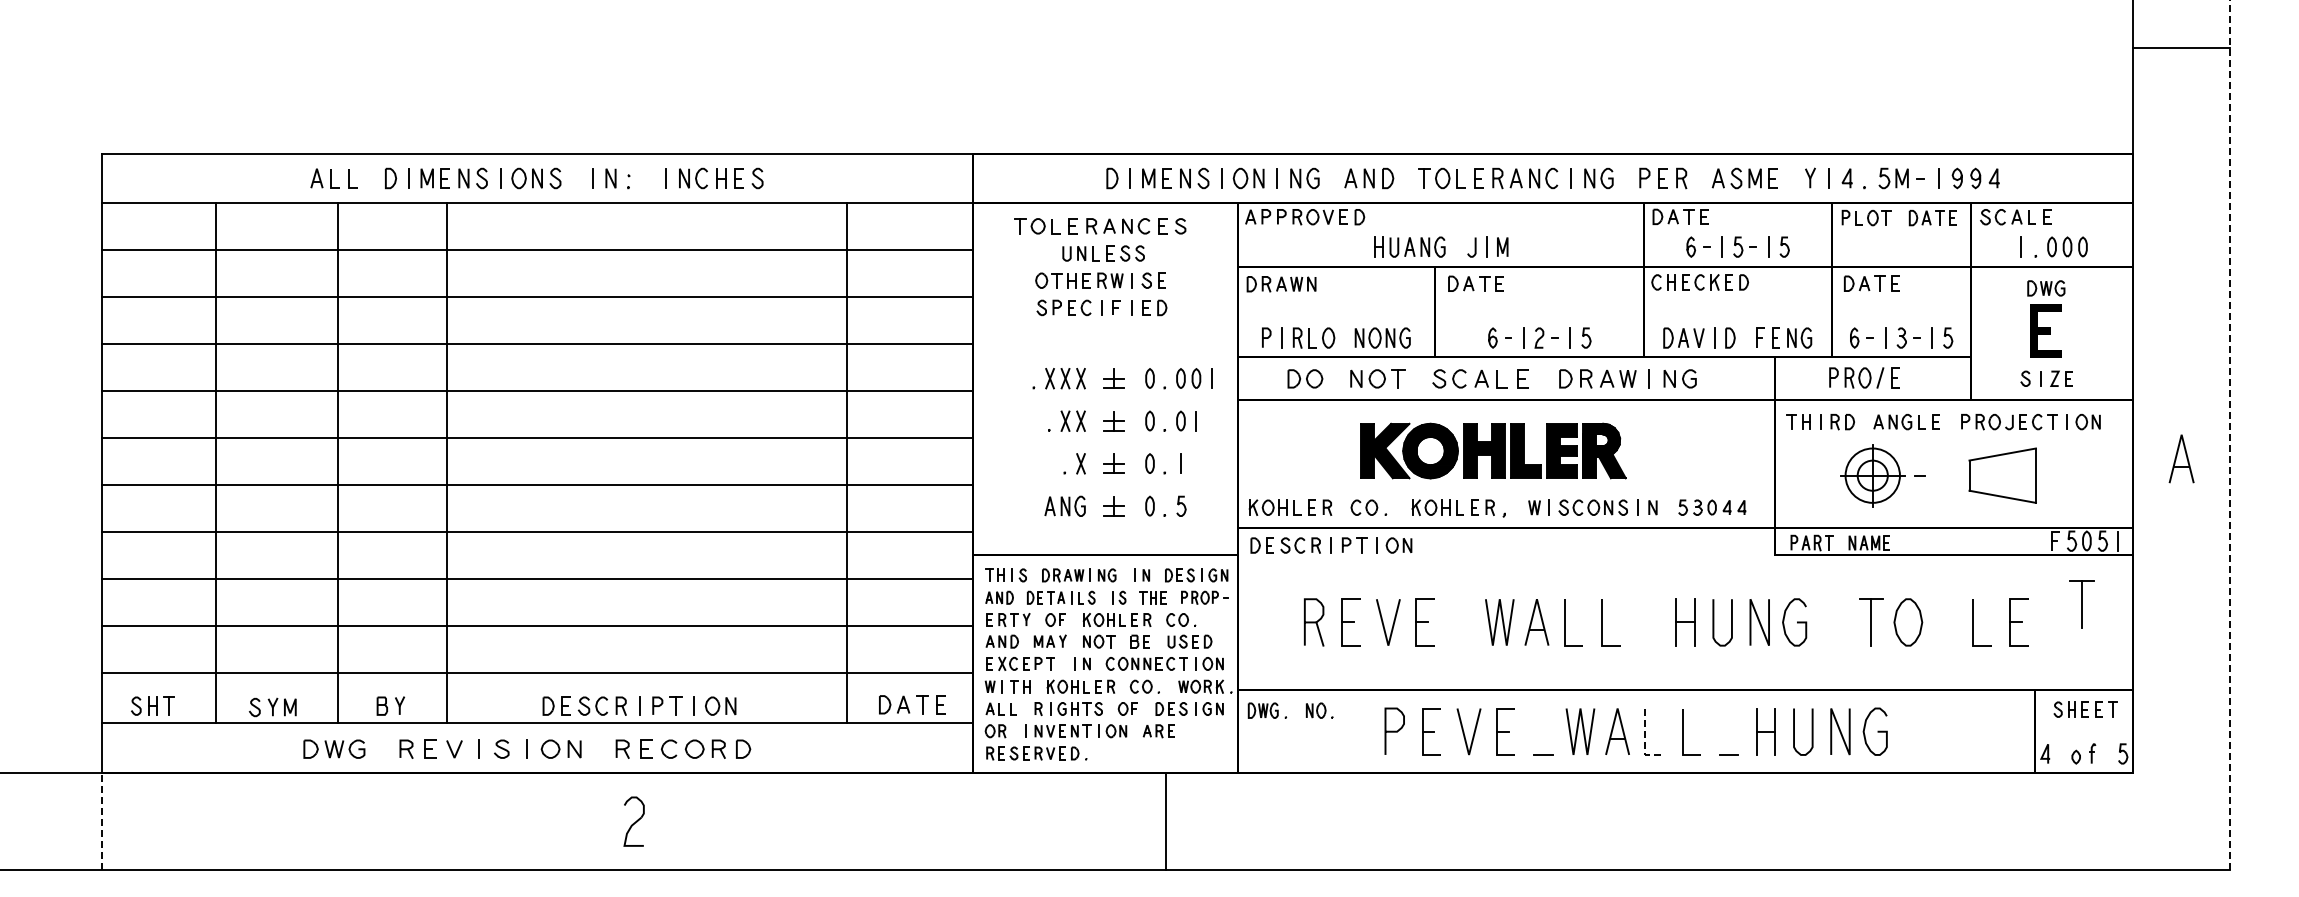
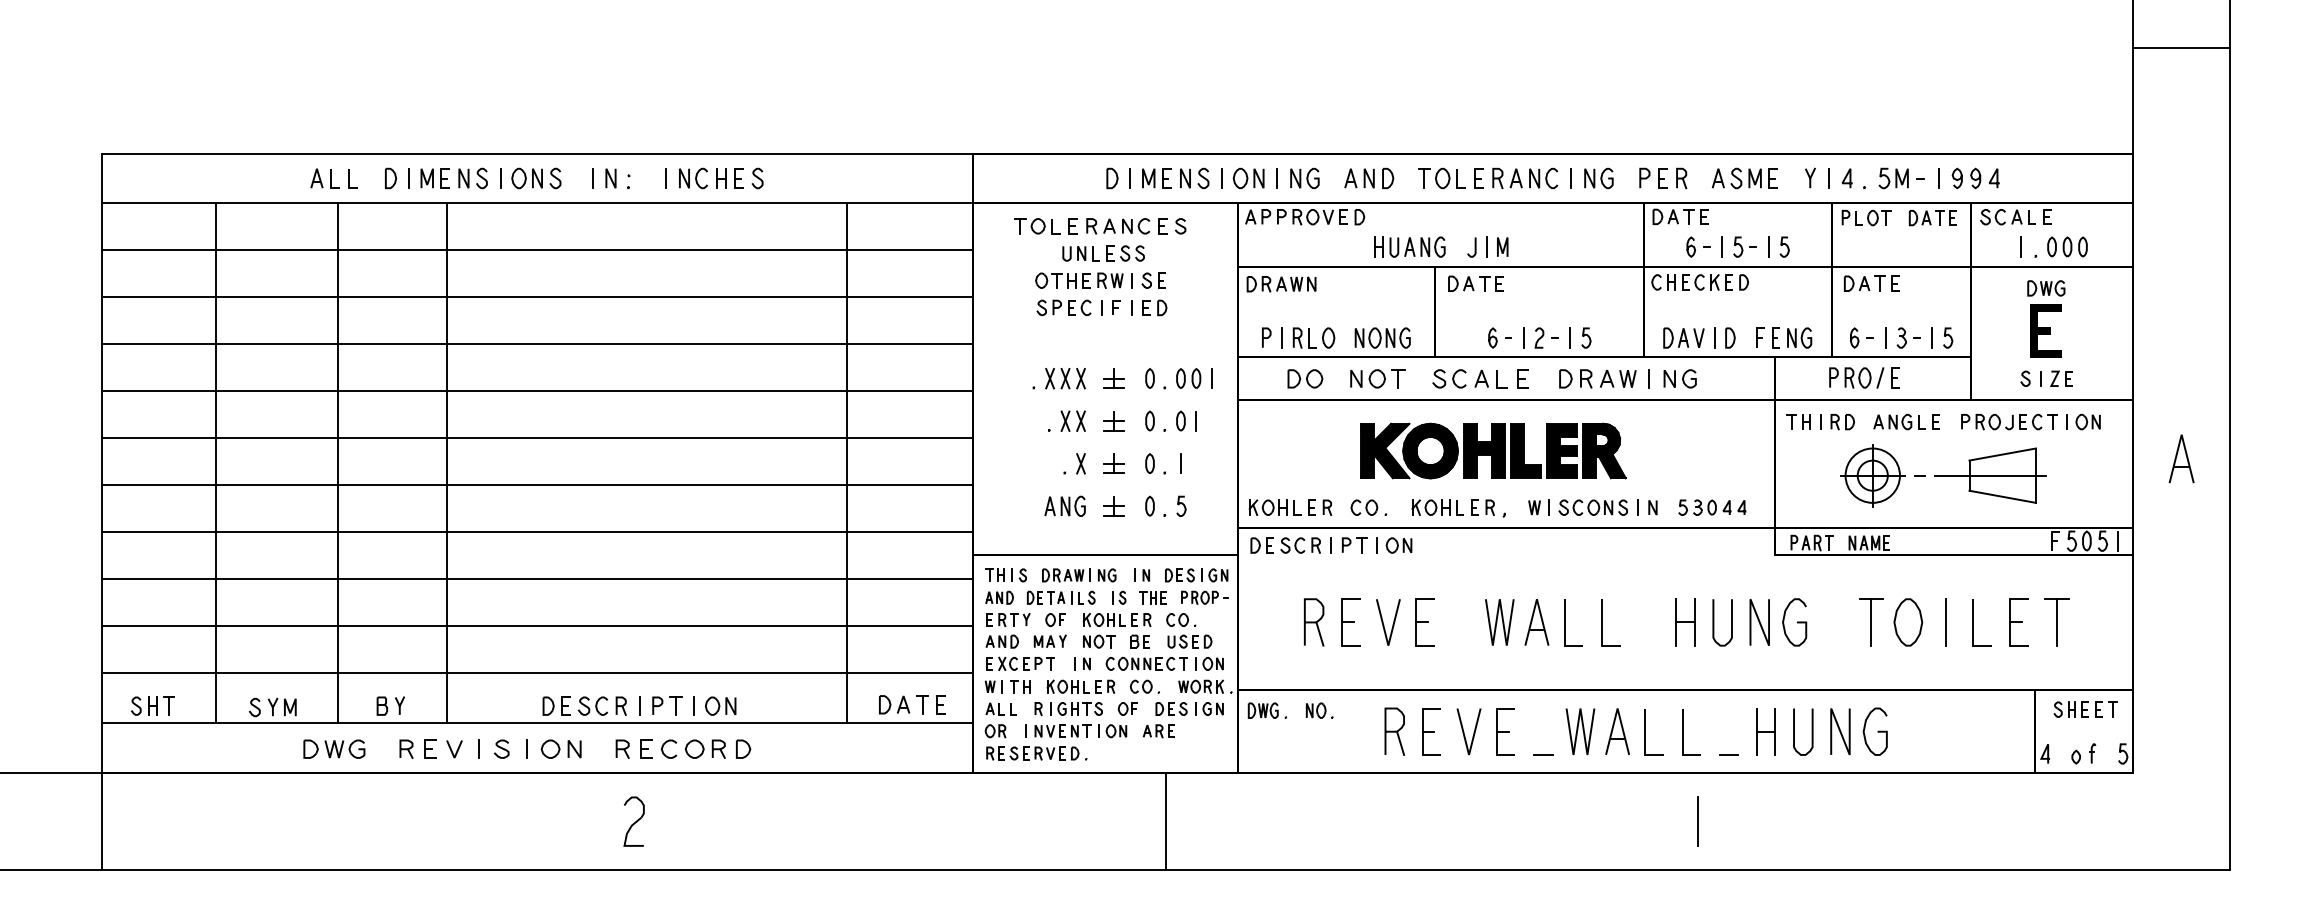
line at (2230, 434): dashed -> solid
line at (1990, 475): none -> present
part at (2081, 604) position: (2081, 604) -> (2056, 622)
line at (1945, 622): none -> present
line at (1400, 742): none -> present
line at (1645, 742): dashed -> solid
line at (102, 821): dashed -> solid
line at (1698, 821): none -> present
